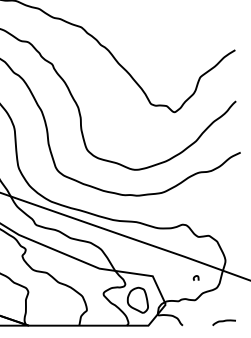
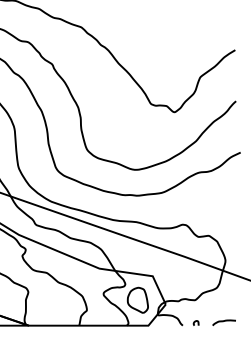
curve at (195, 277) position: (195, 277) -> (195, 322)
